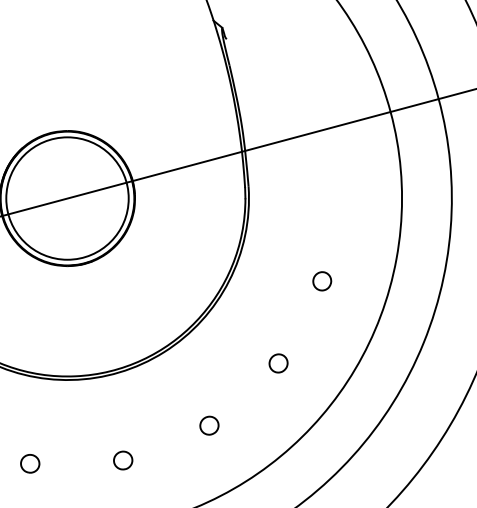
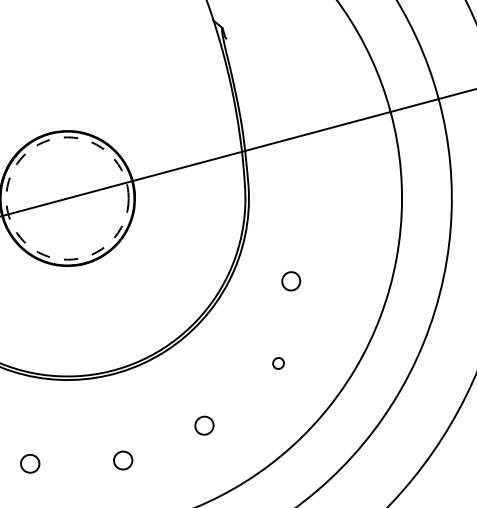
circle at (67, 198): solid -> dashed
part at (322, 281) position: (322, 281) -> (291, 281)
part at (278, 363) size: 21x21 px -> 13x13 px
part at (209, 425) position: (209, 425) -> (204, 425)
